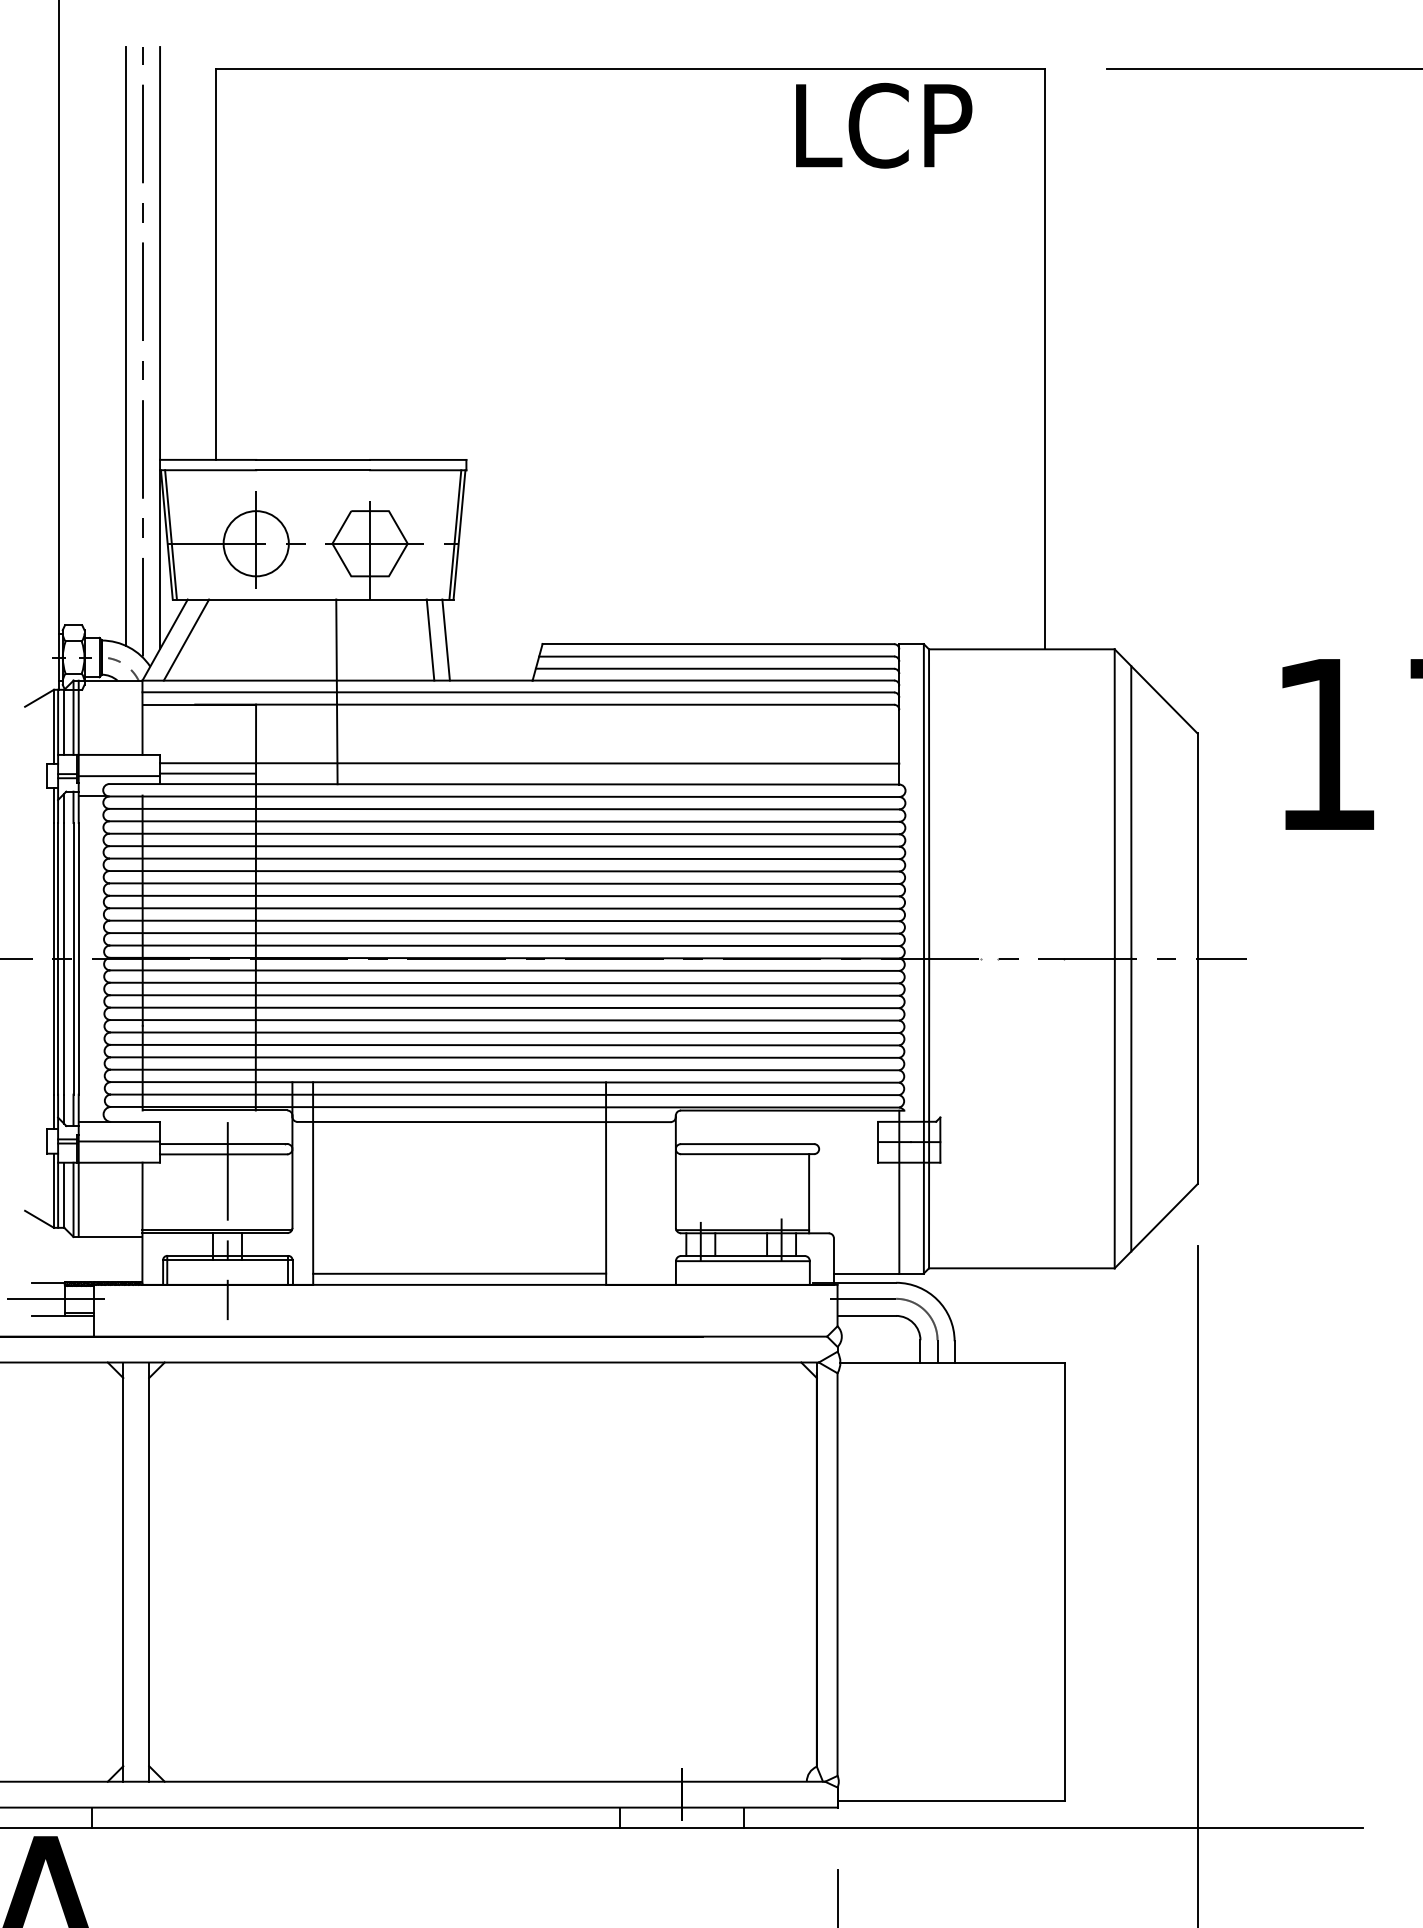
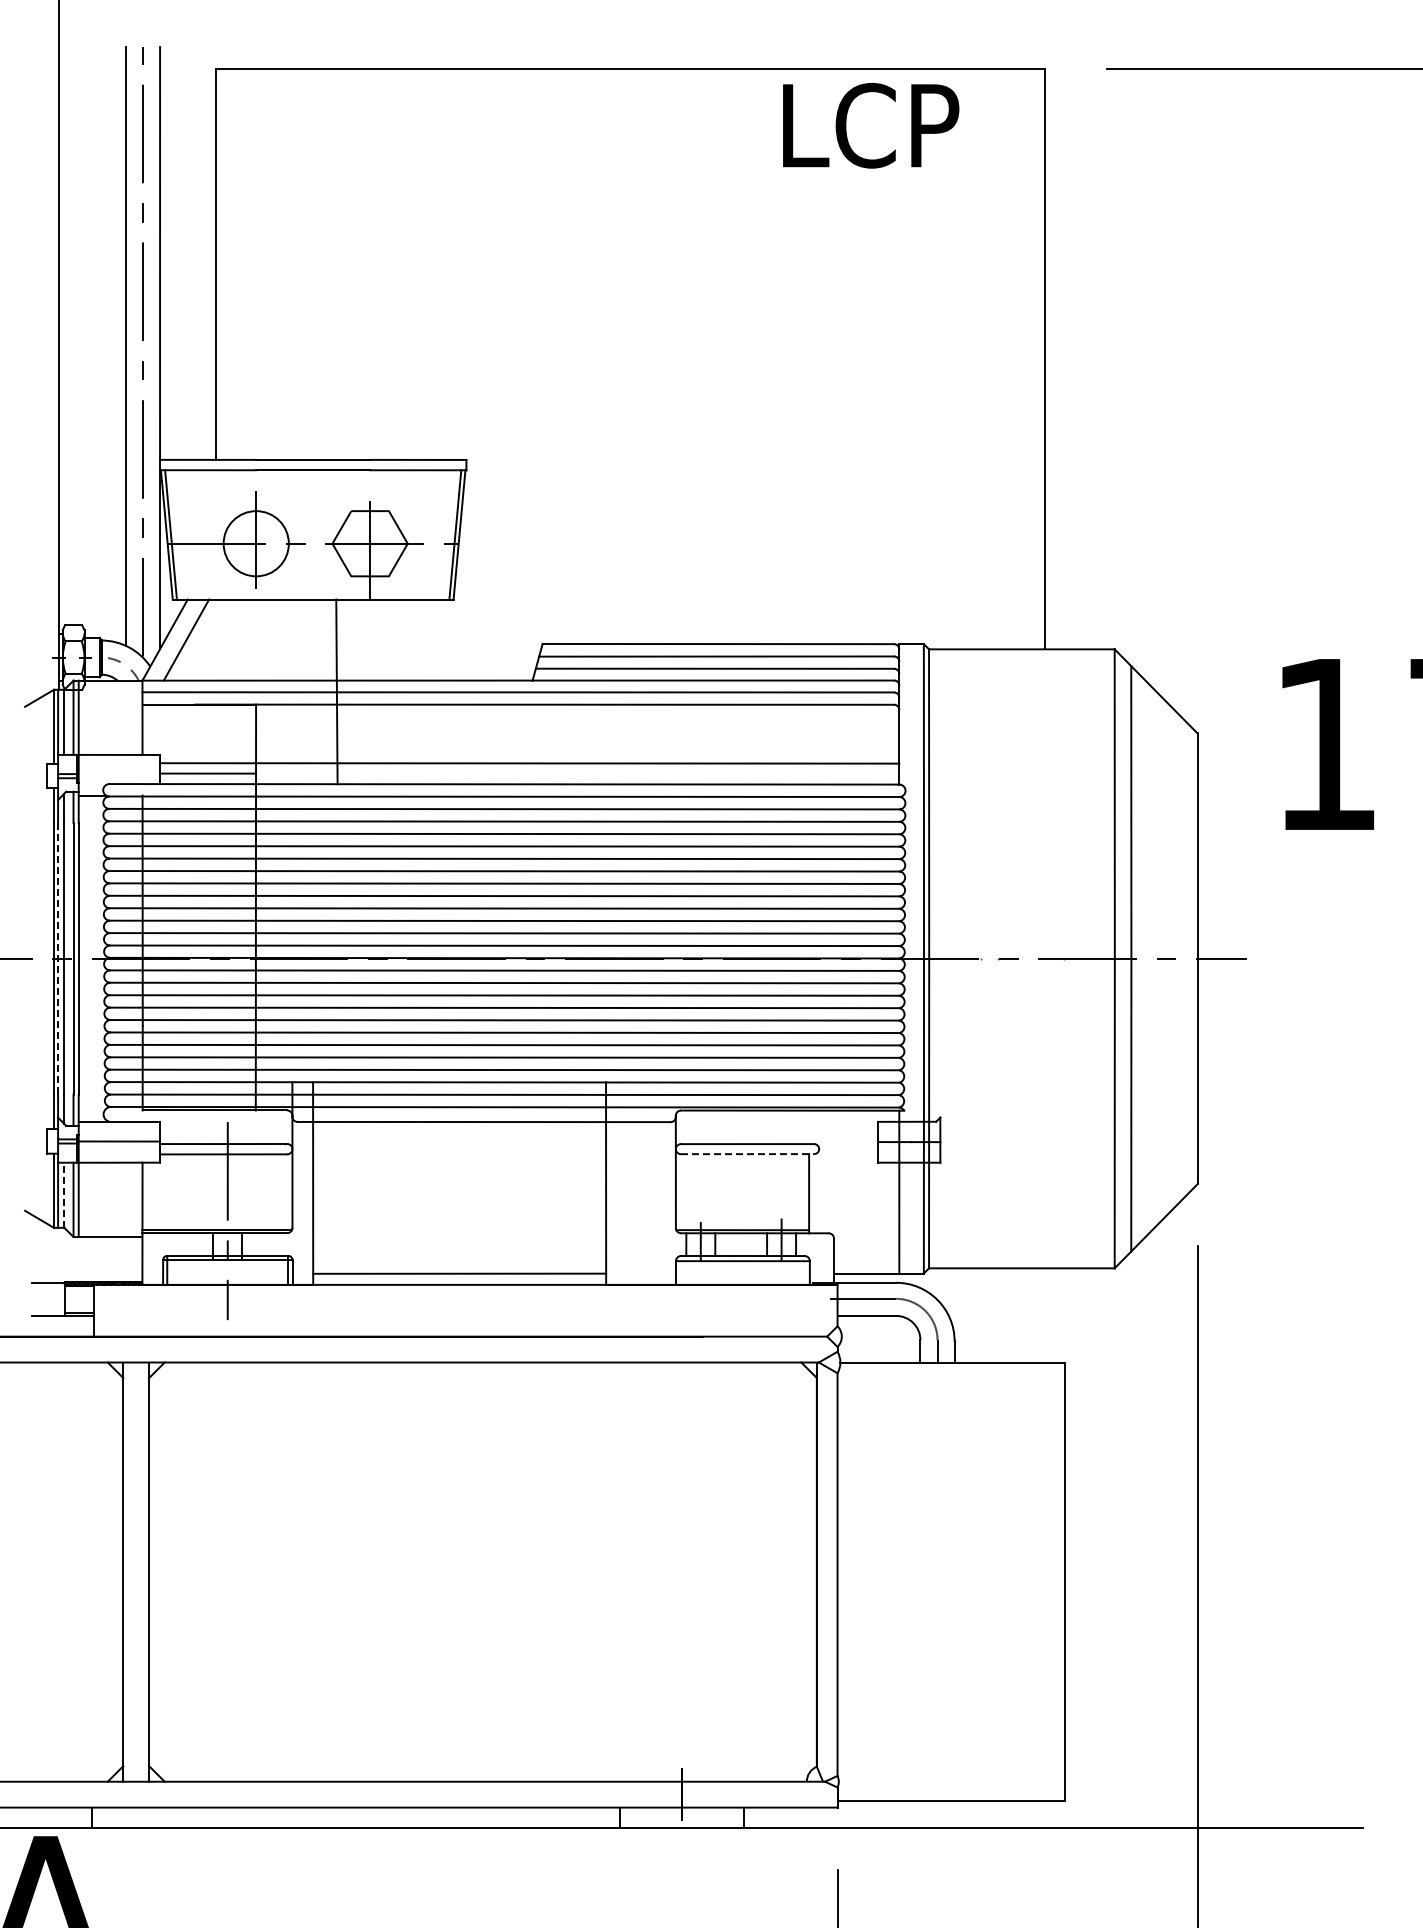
text at (884, 125) position: (884, 125) -> (871, 125)
line at (430, 639): present -> none
line at (445, 639): present -> none
line at (119, 776): present -> none
line at (58, 958): solid -> dashed
line at (747, 1154): solid -> dashed
line at (64, 1195): solid -> dashed
line at (53, 1299): present -> none
